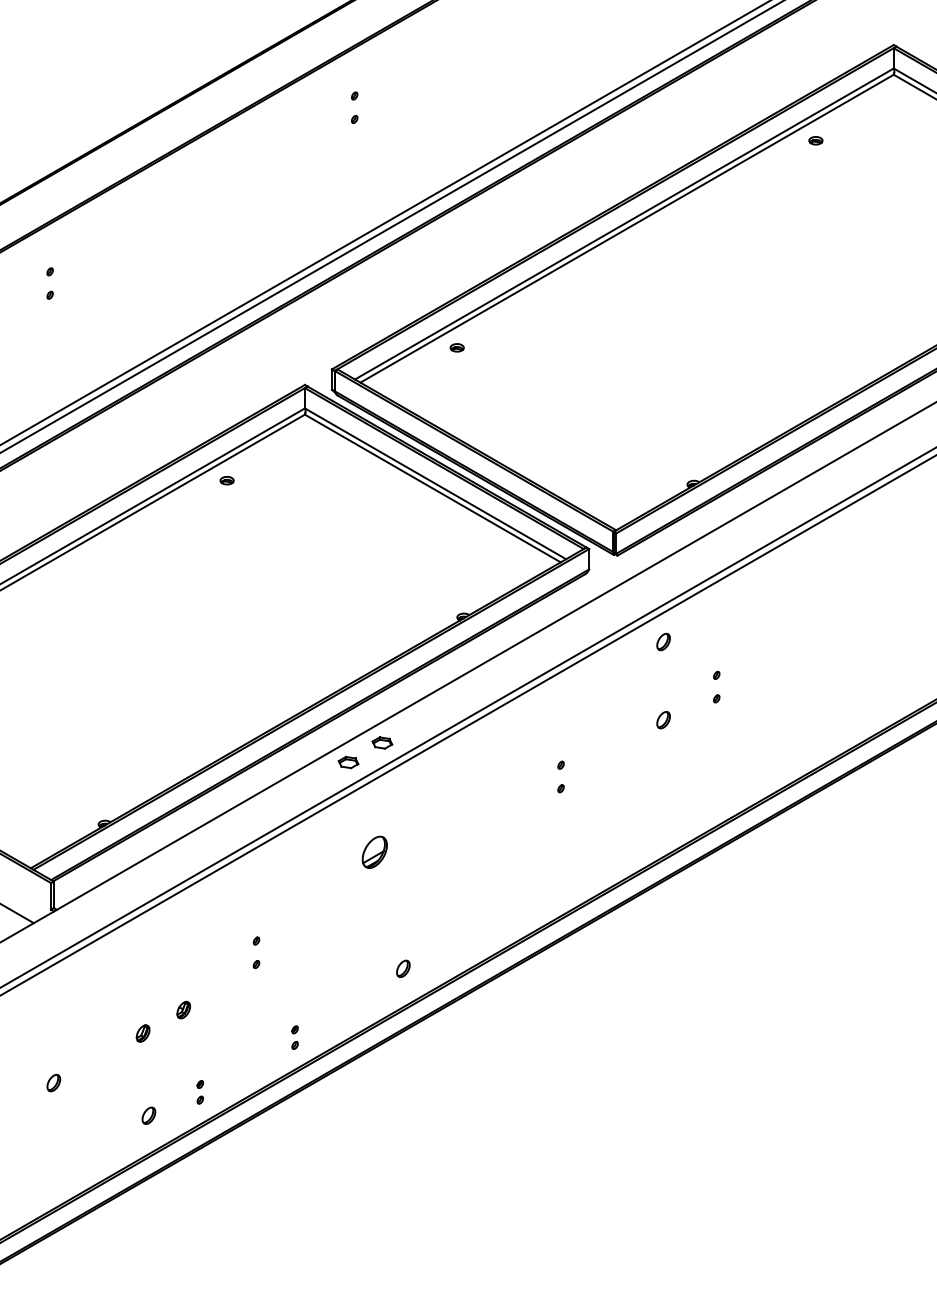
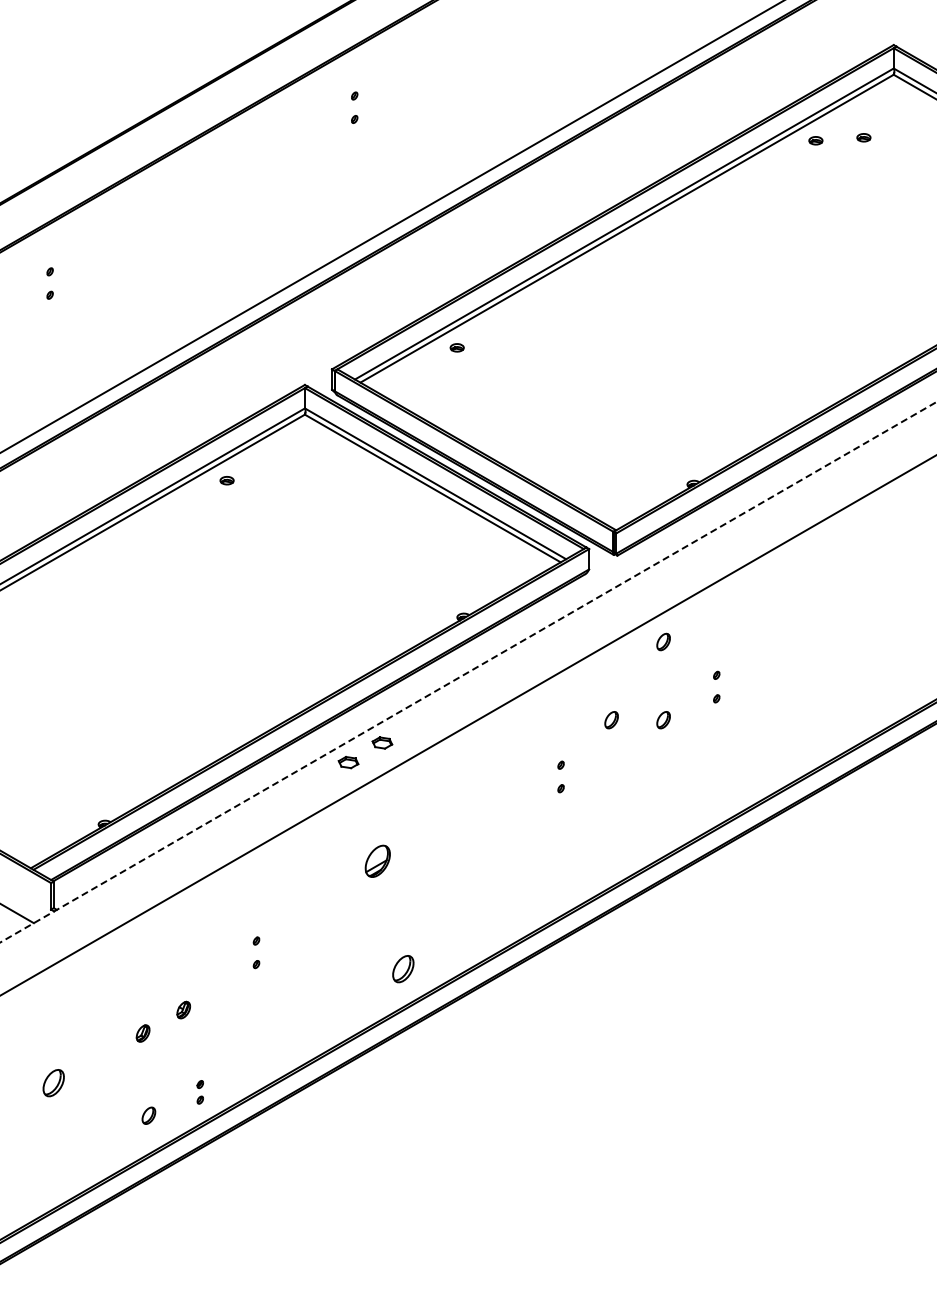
part at (863, 137): none -> present
line at (384, 222): present -> none
line at (468, 672): solid -> dashed
line at (467, 717): present -> none
part at (611, 720): none -> present
part at (374, 851) position: (374, 851) -> (377, 860)
part at (403, 968) size: 15x19 px -> 23x29 px
part at (294, 1037): present -> none
part at (53, 1082) size: 16x20 px -> 23x29 px
